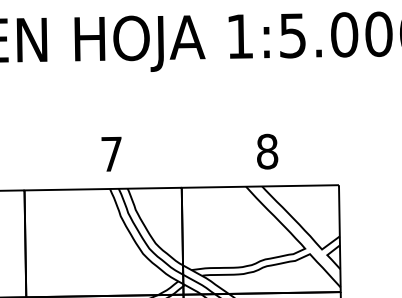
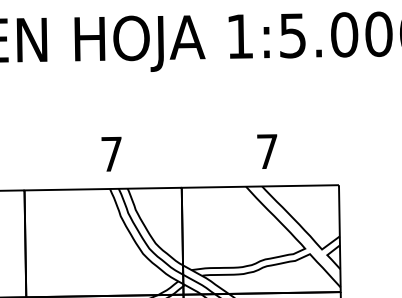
text at (267, 151): 8 -> 7
